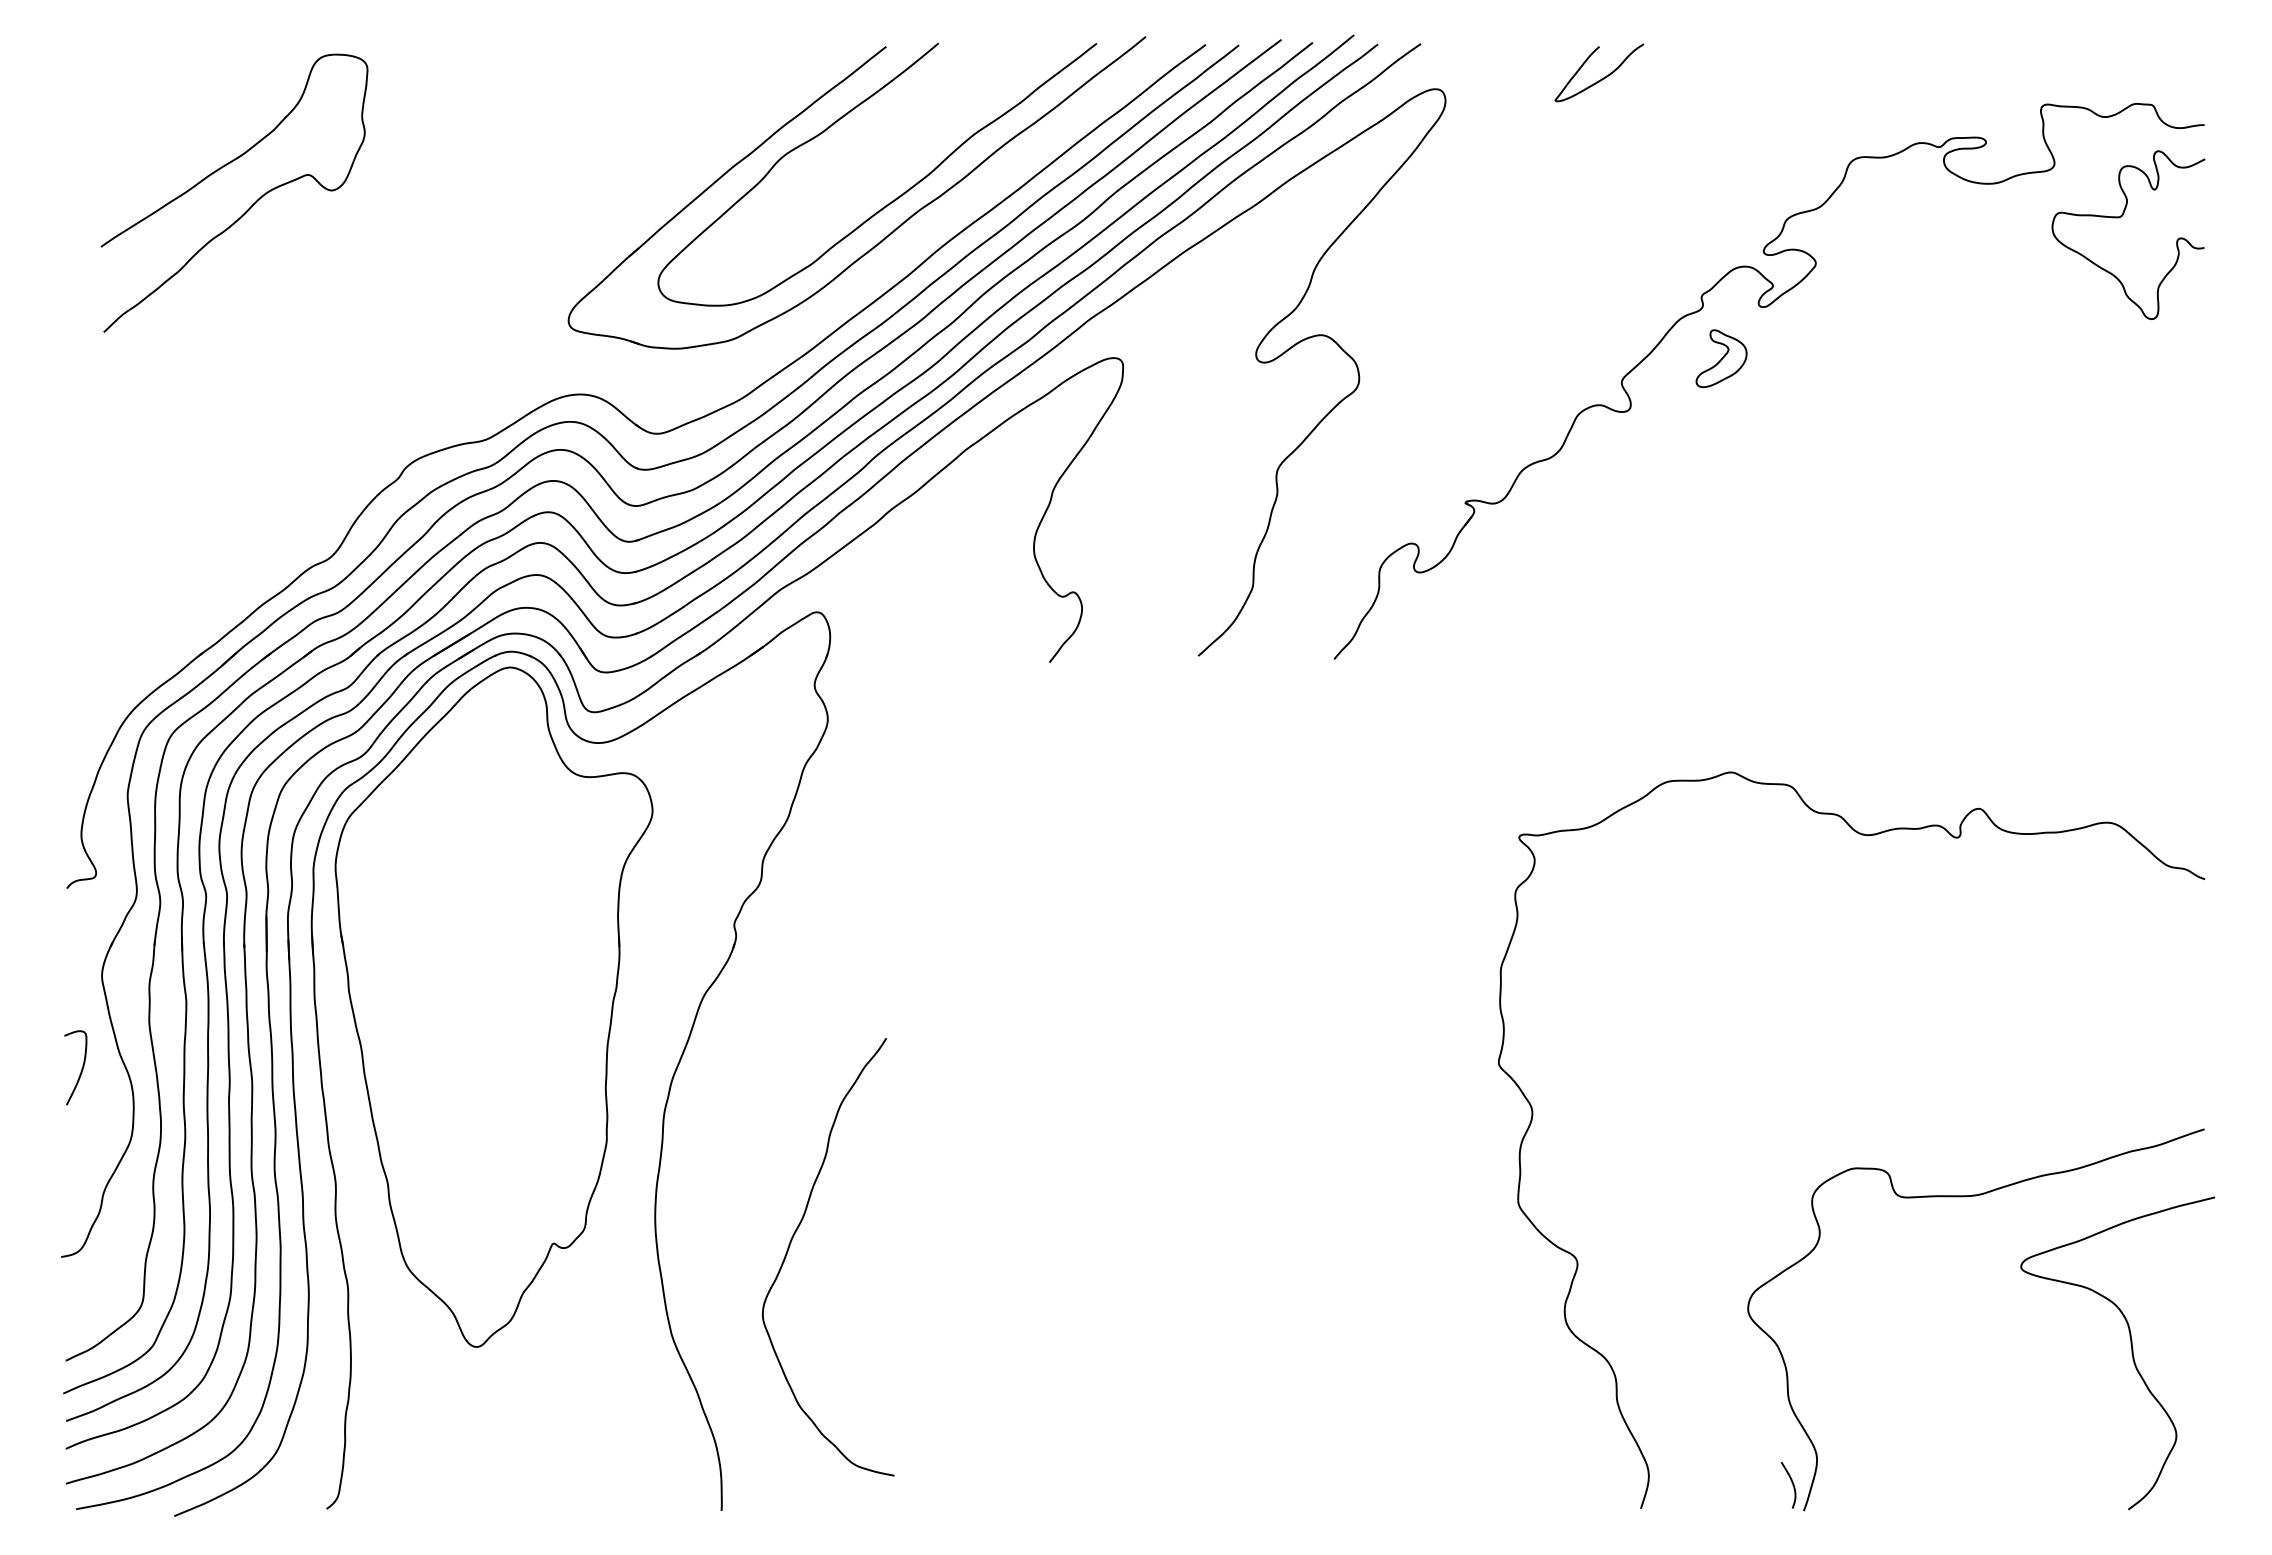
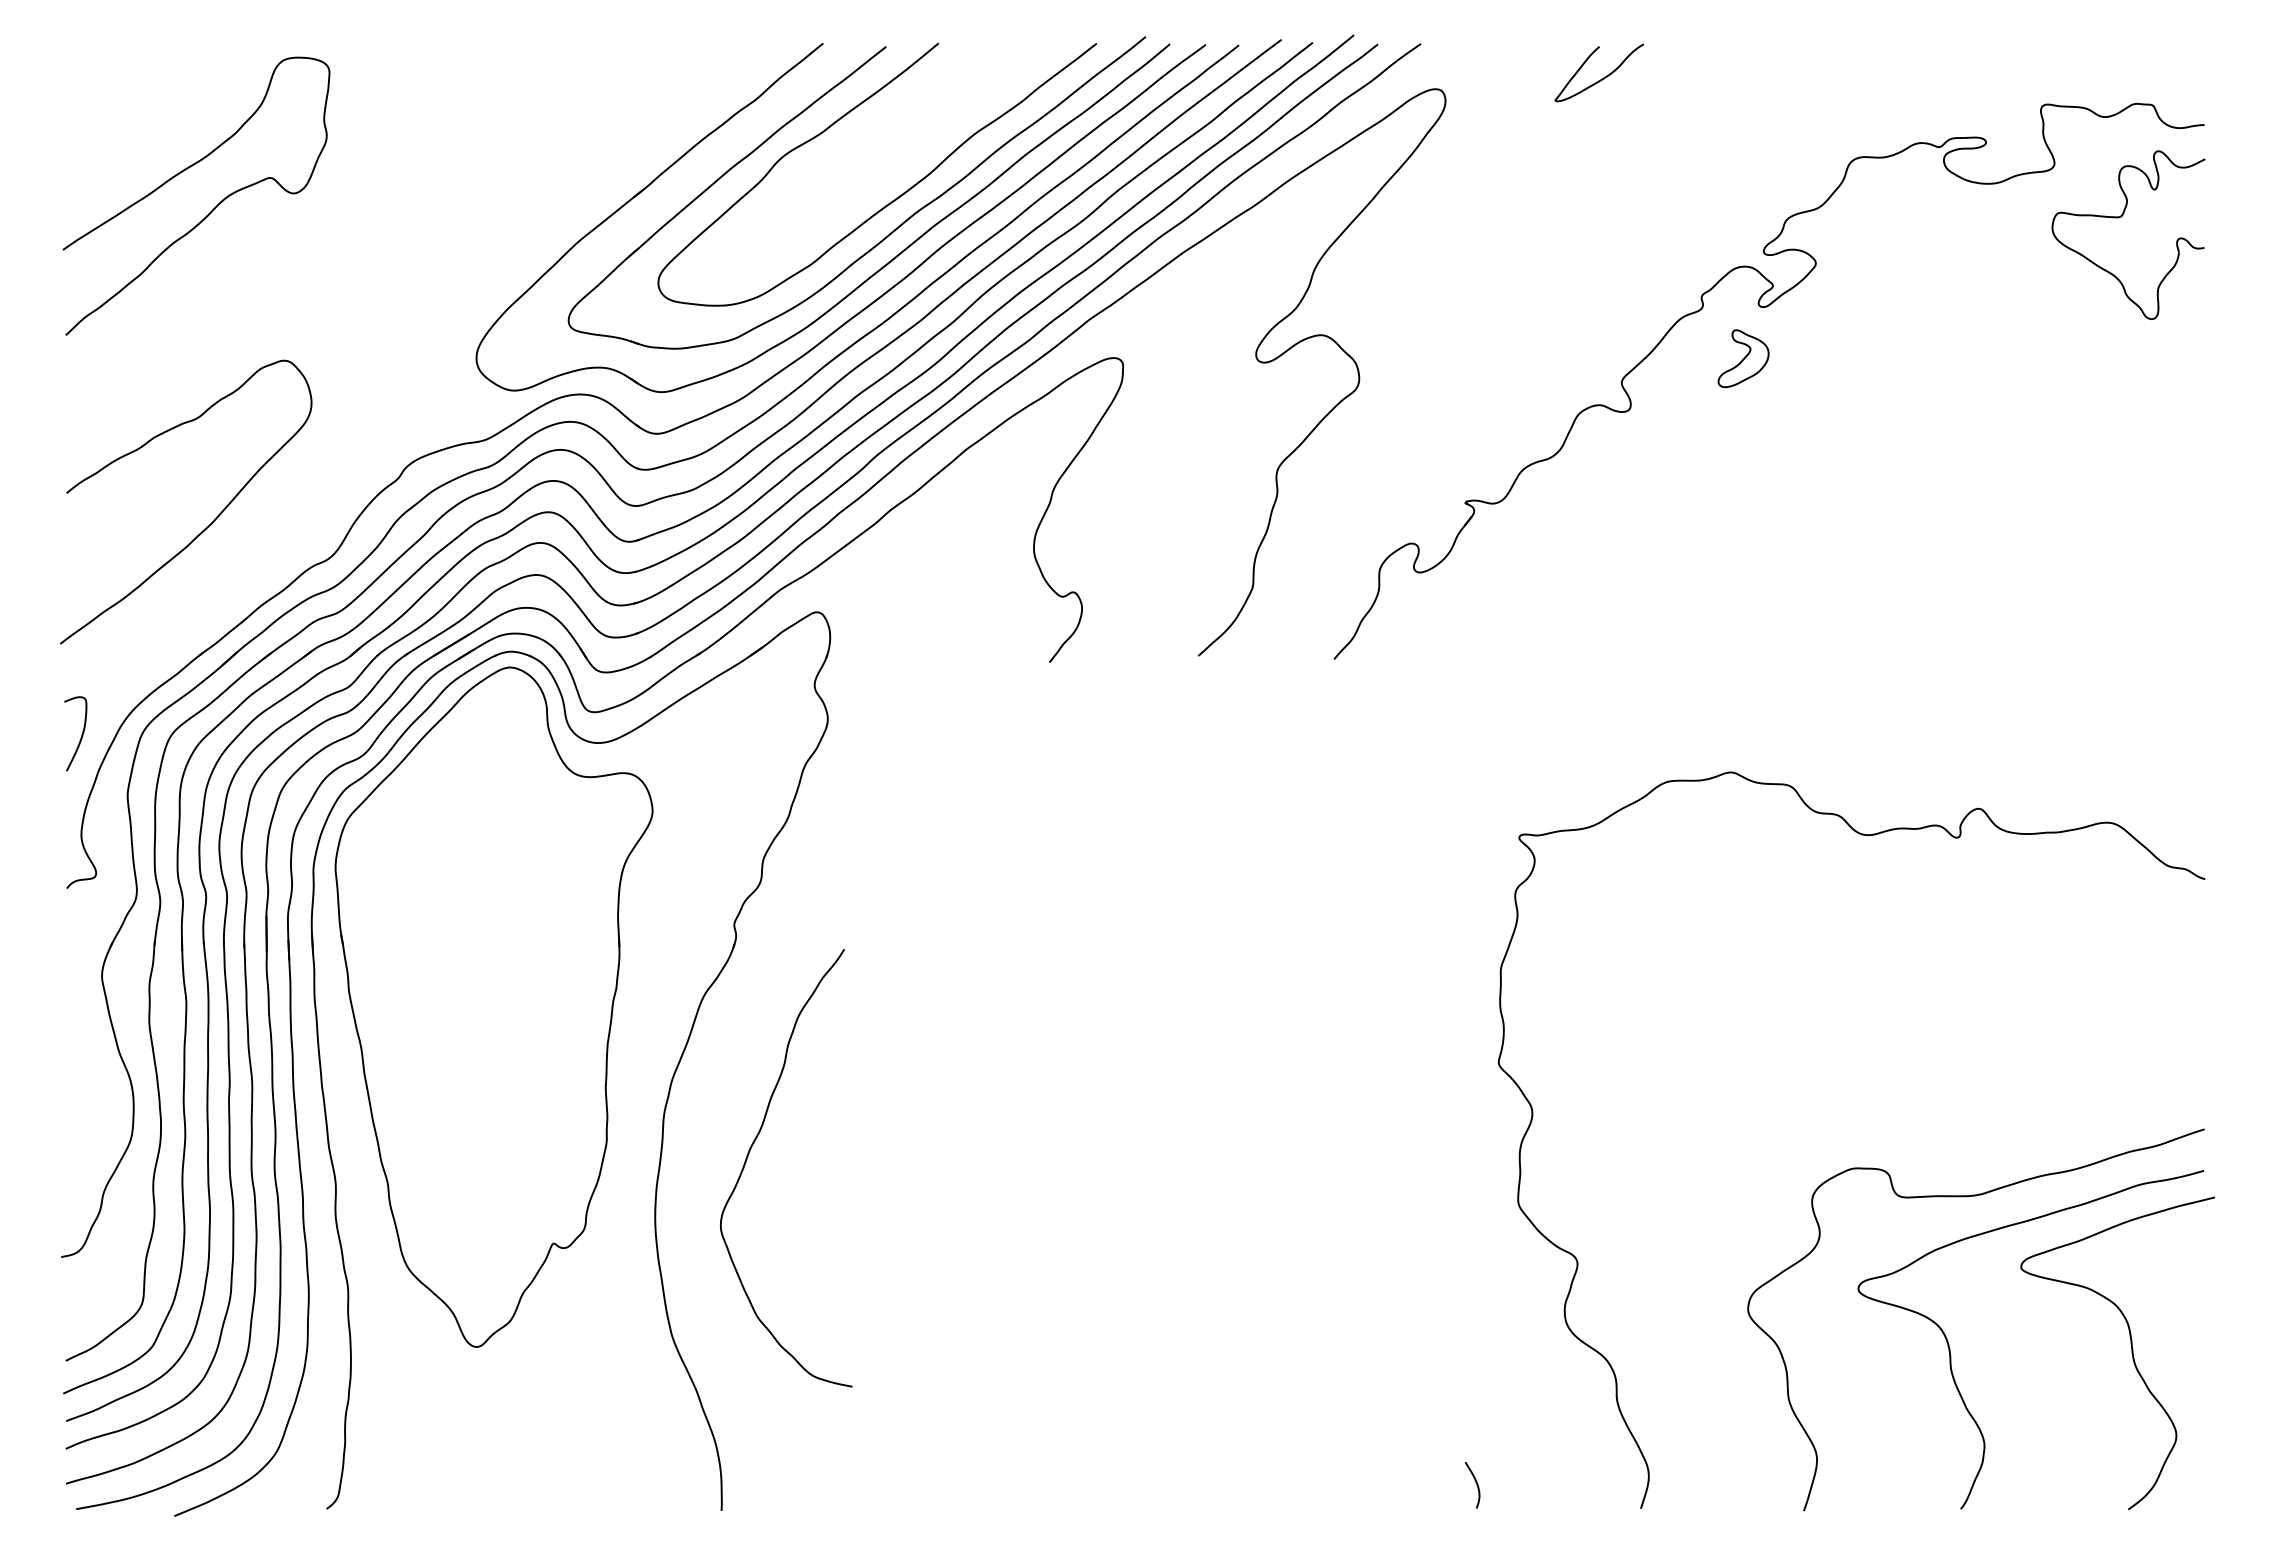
curve at (249, 207) position: (249, 207) -> (211, 210)
part at (869, 276): none -> present
part at (1721, 358) position: (1721, 358) -> (1743, 358)
curve at (204, 528): none -> present
curve at (81, 1068) position: (81, 1068) -> (81, 734)
curve at (791, 1243) position: (791, 1243) -> (749, 1154)
curve at (1950, 1348): none -> present
curve at (1792, 1485) position: (1792, 1485) -> (1476, 1485)
